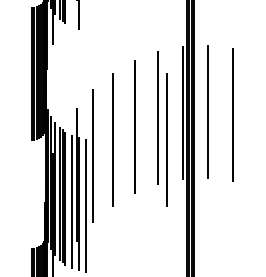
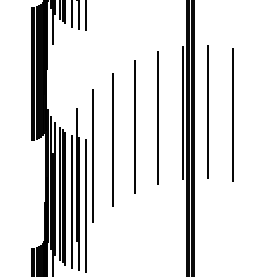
line at (71, 14): none -> present
line at (85, 16): none -> present
line at (166, 139): present -> none
